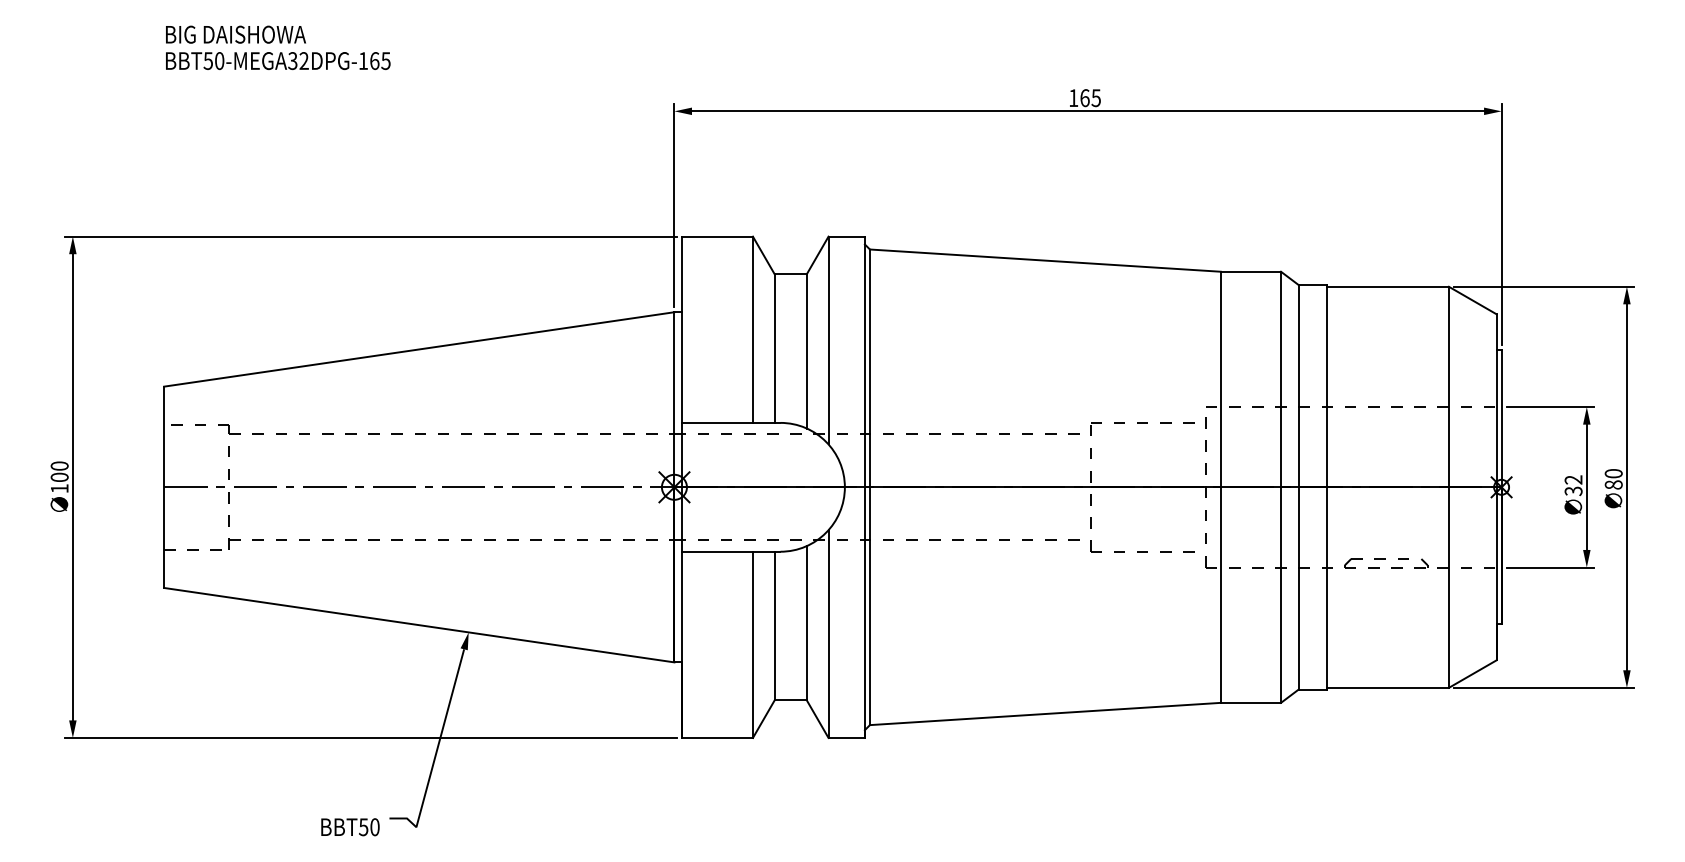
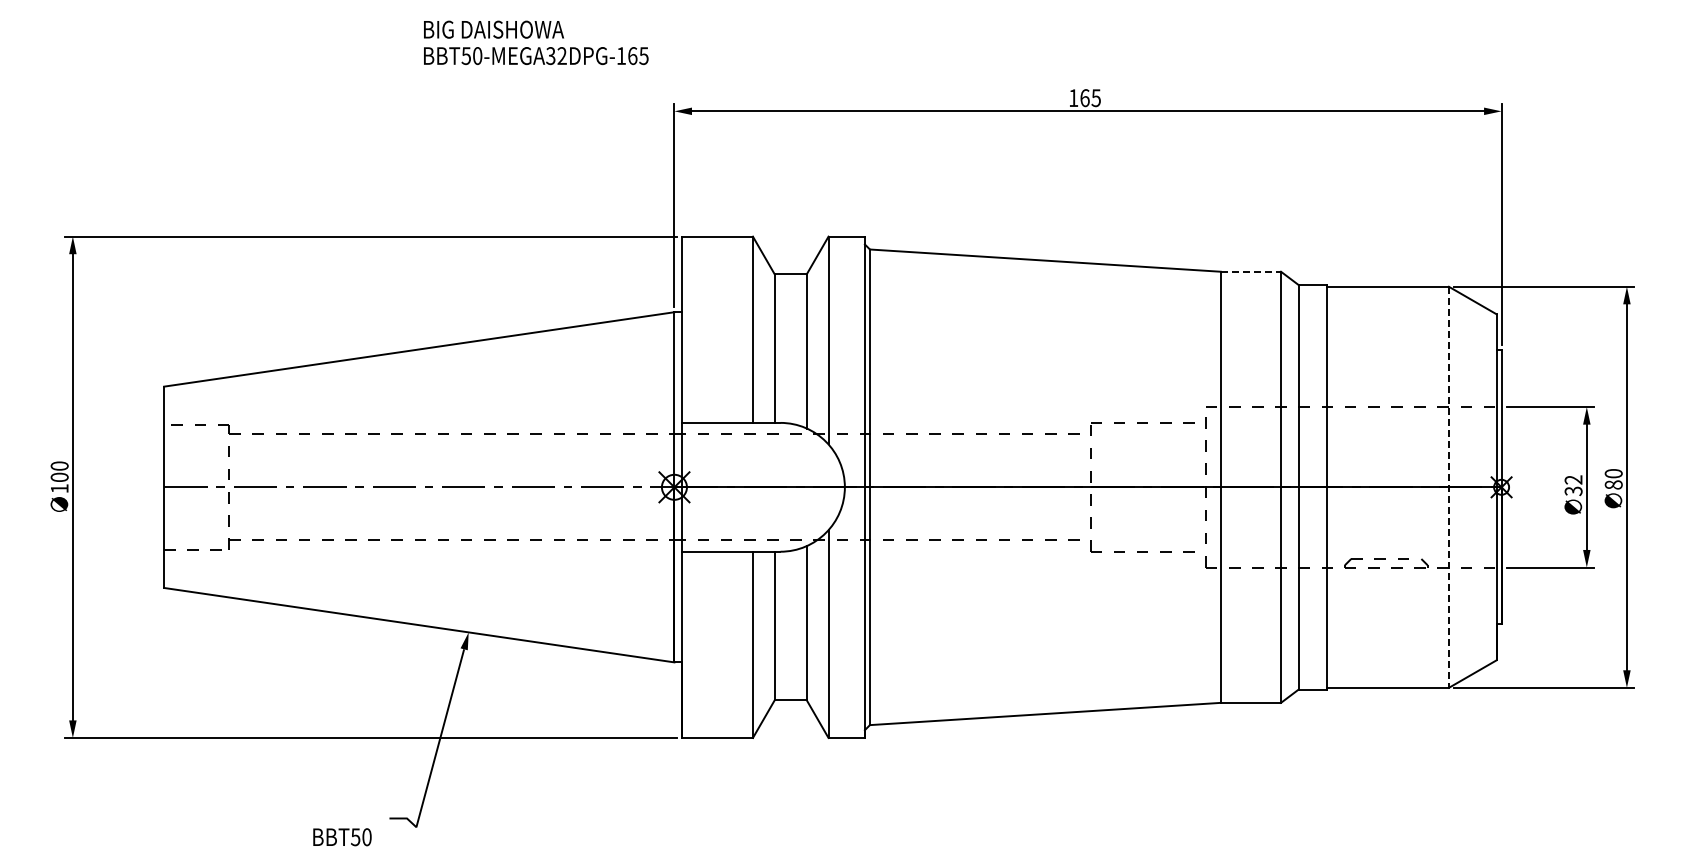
text at (278, 47) position: (278, 47) -> (536, 42)
line at (1251, 271): solid -> dashed
line at (1448, 487): solid -> dashed
text at (350, 827) position: (350, 827) -> (342, 837)
